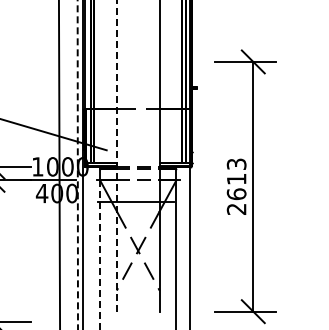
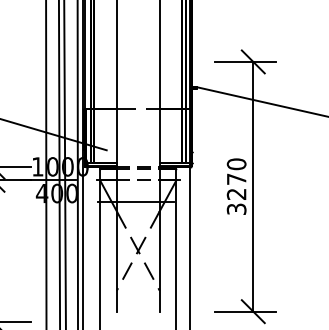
line at (261, 101): none -> present
line at (116, 155): dashed -> solid
line at (46, 164): none -> present
line at (64, 164): none -> present
line at (77, 164): dashed -> solid
text at (236, 186): 2613 -> 3270
line at (100, 255): dashed -> solid
